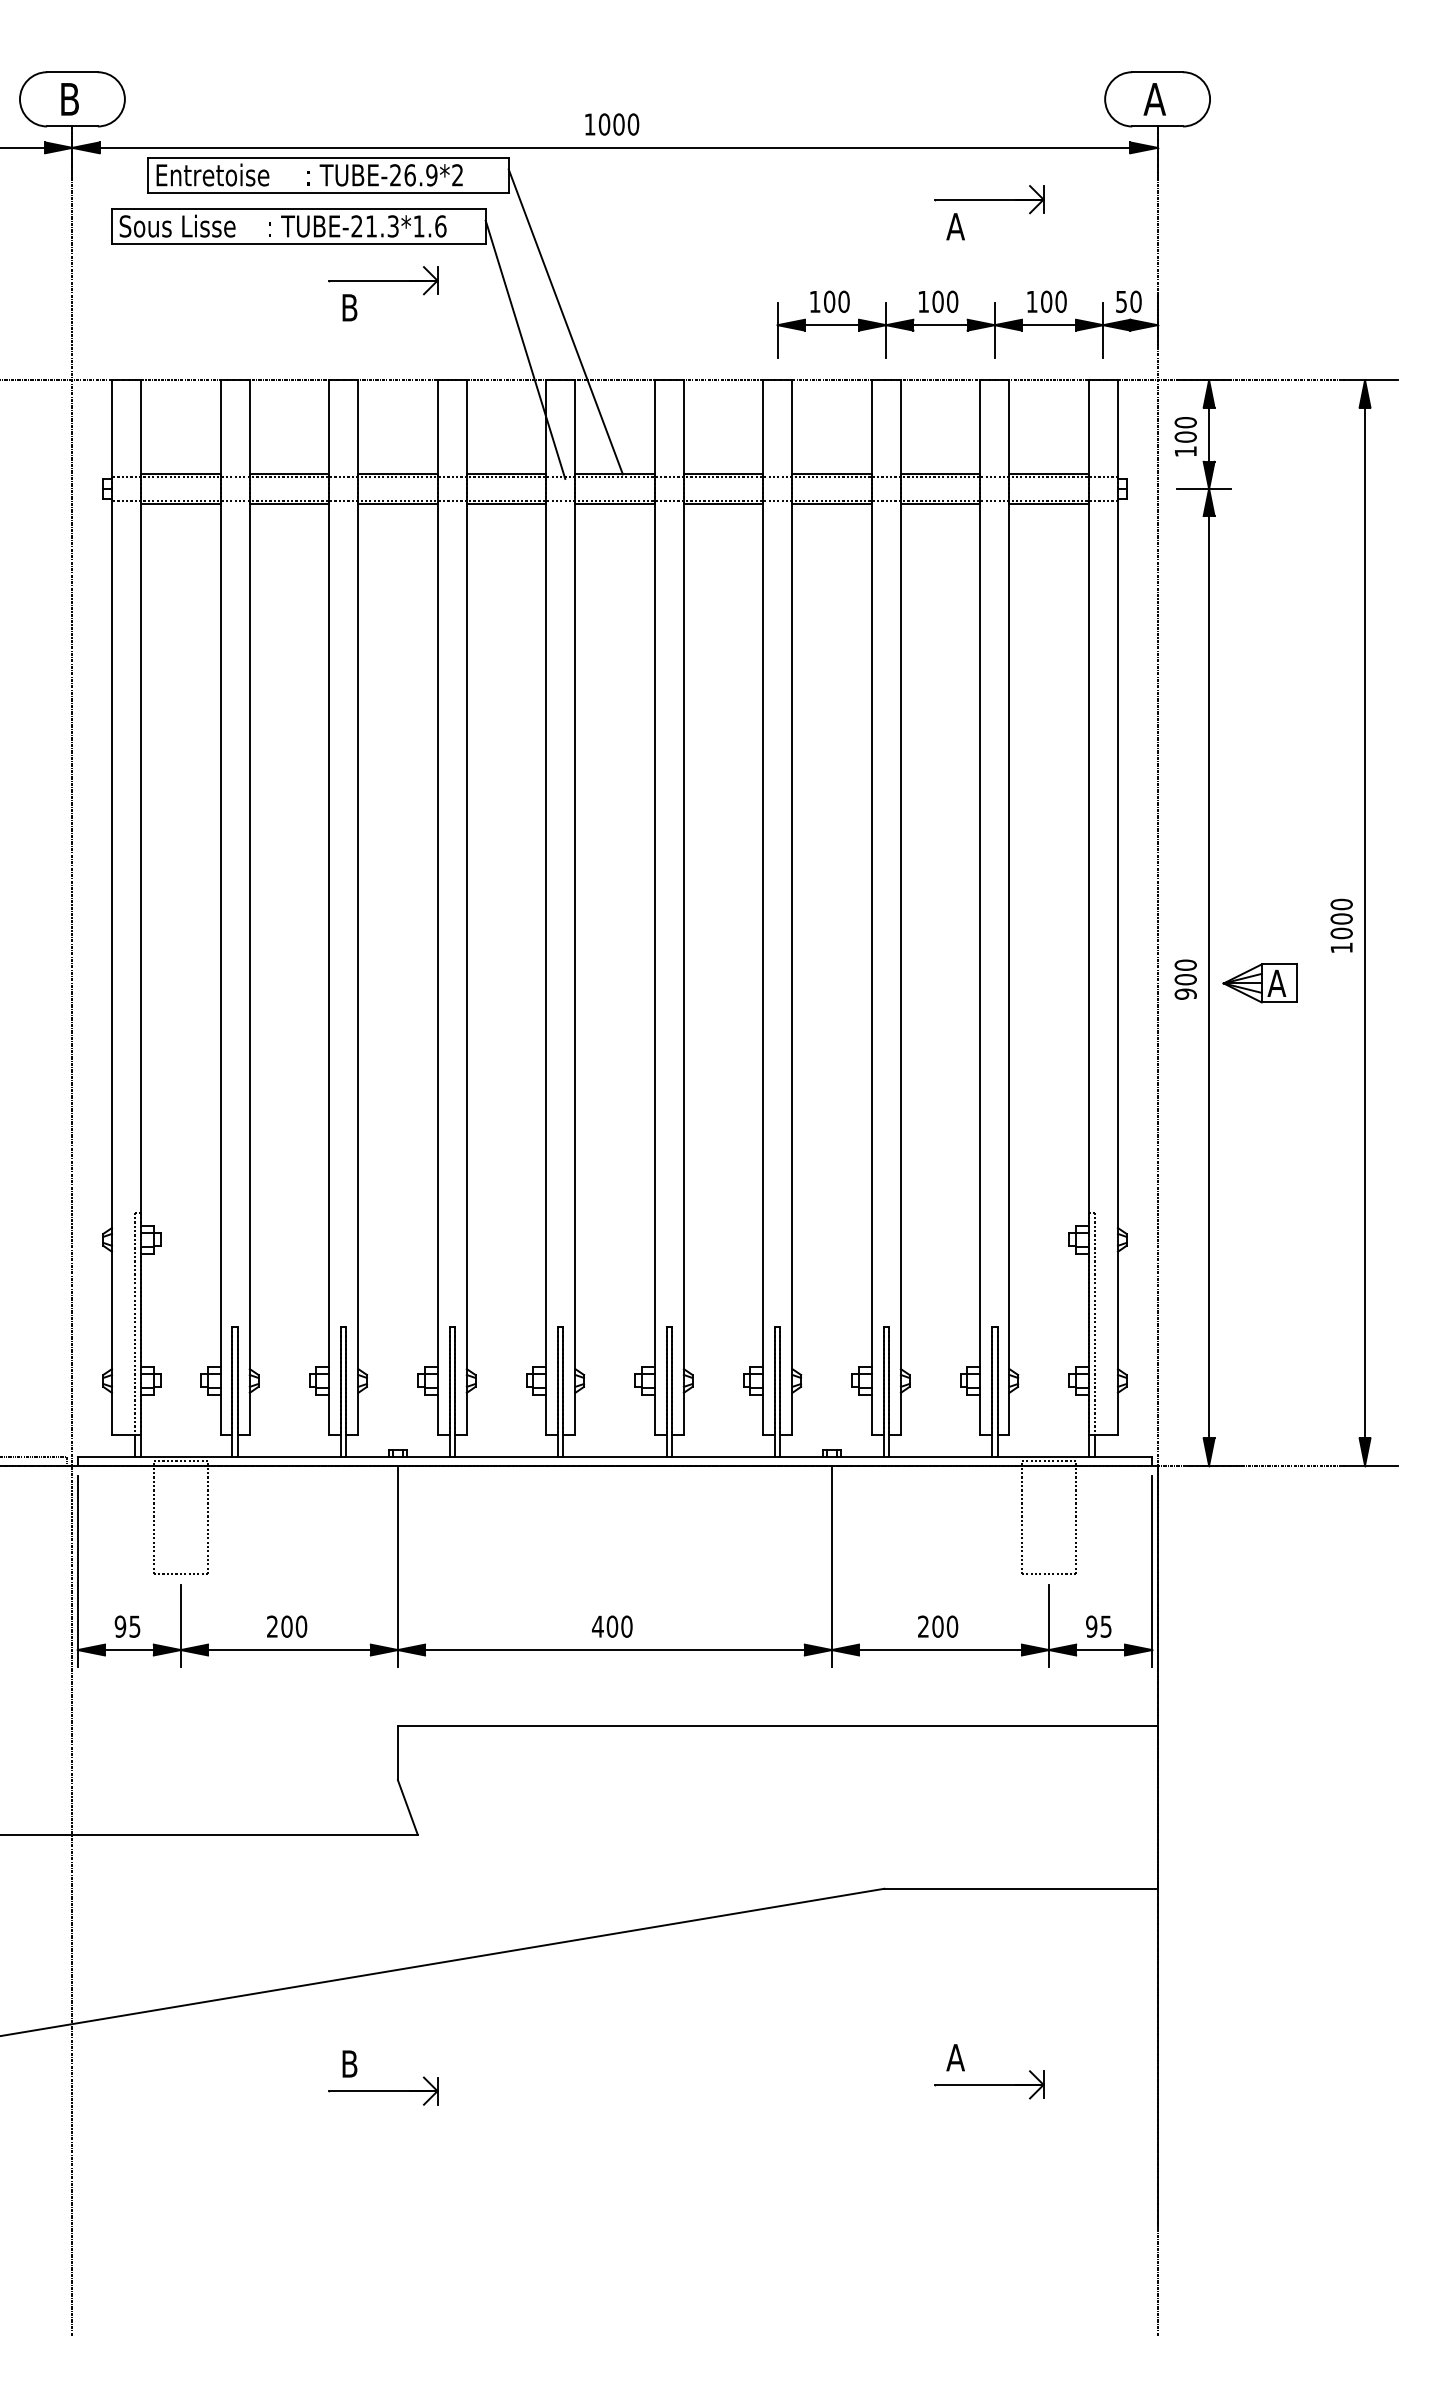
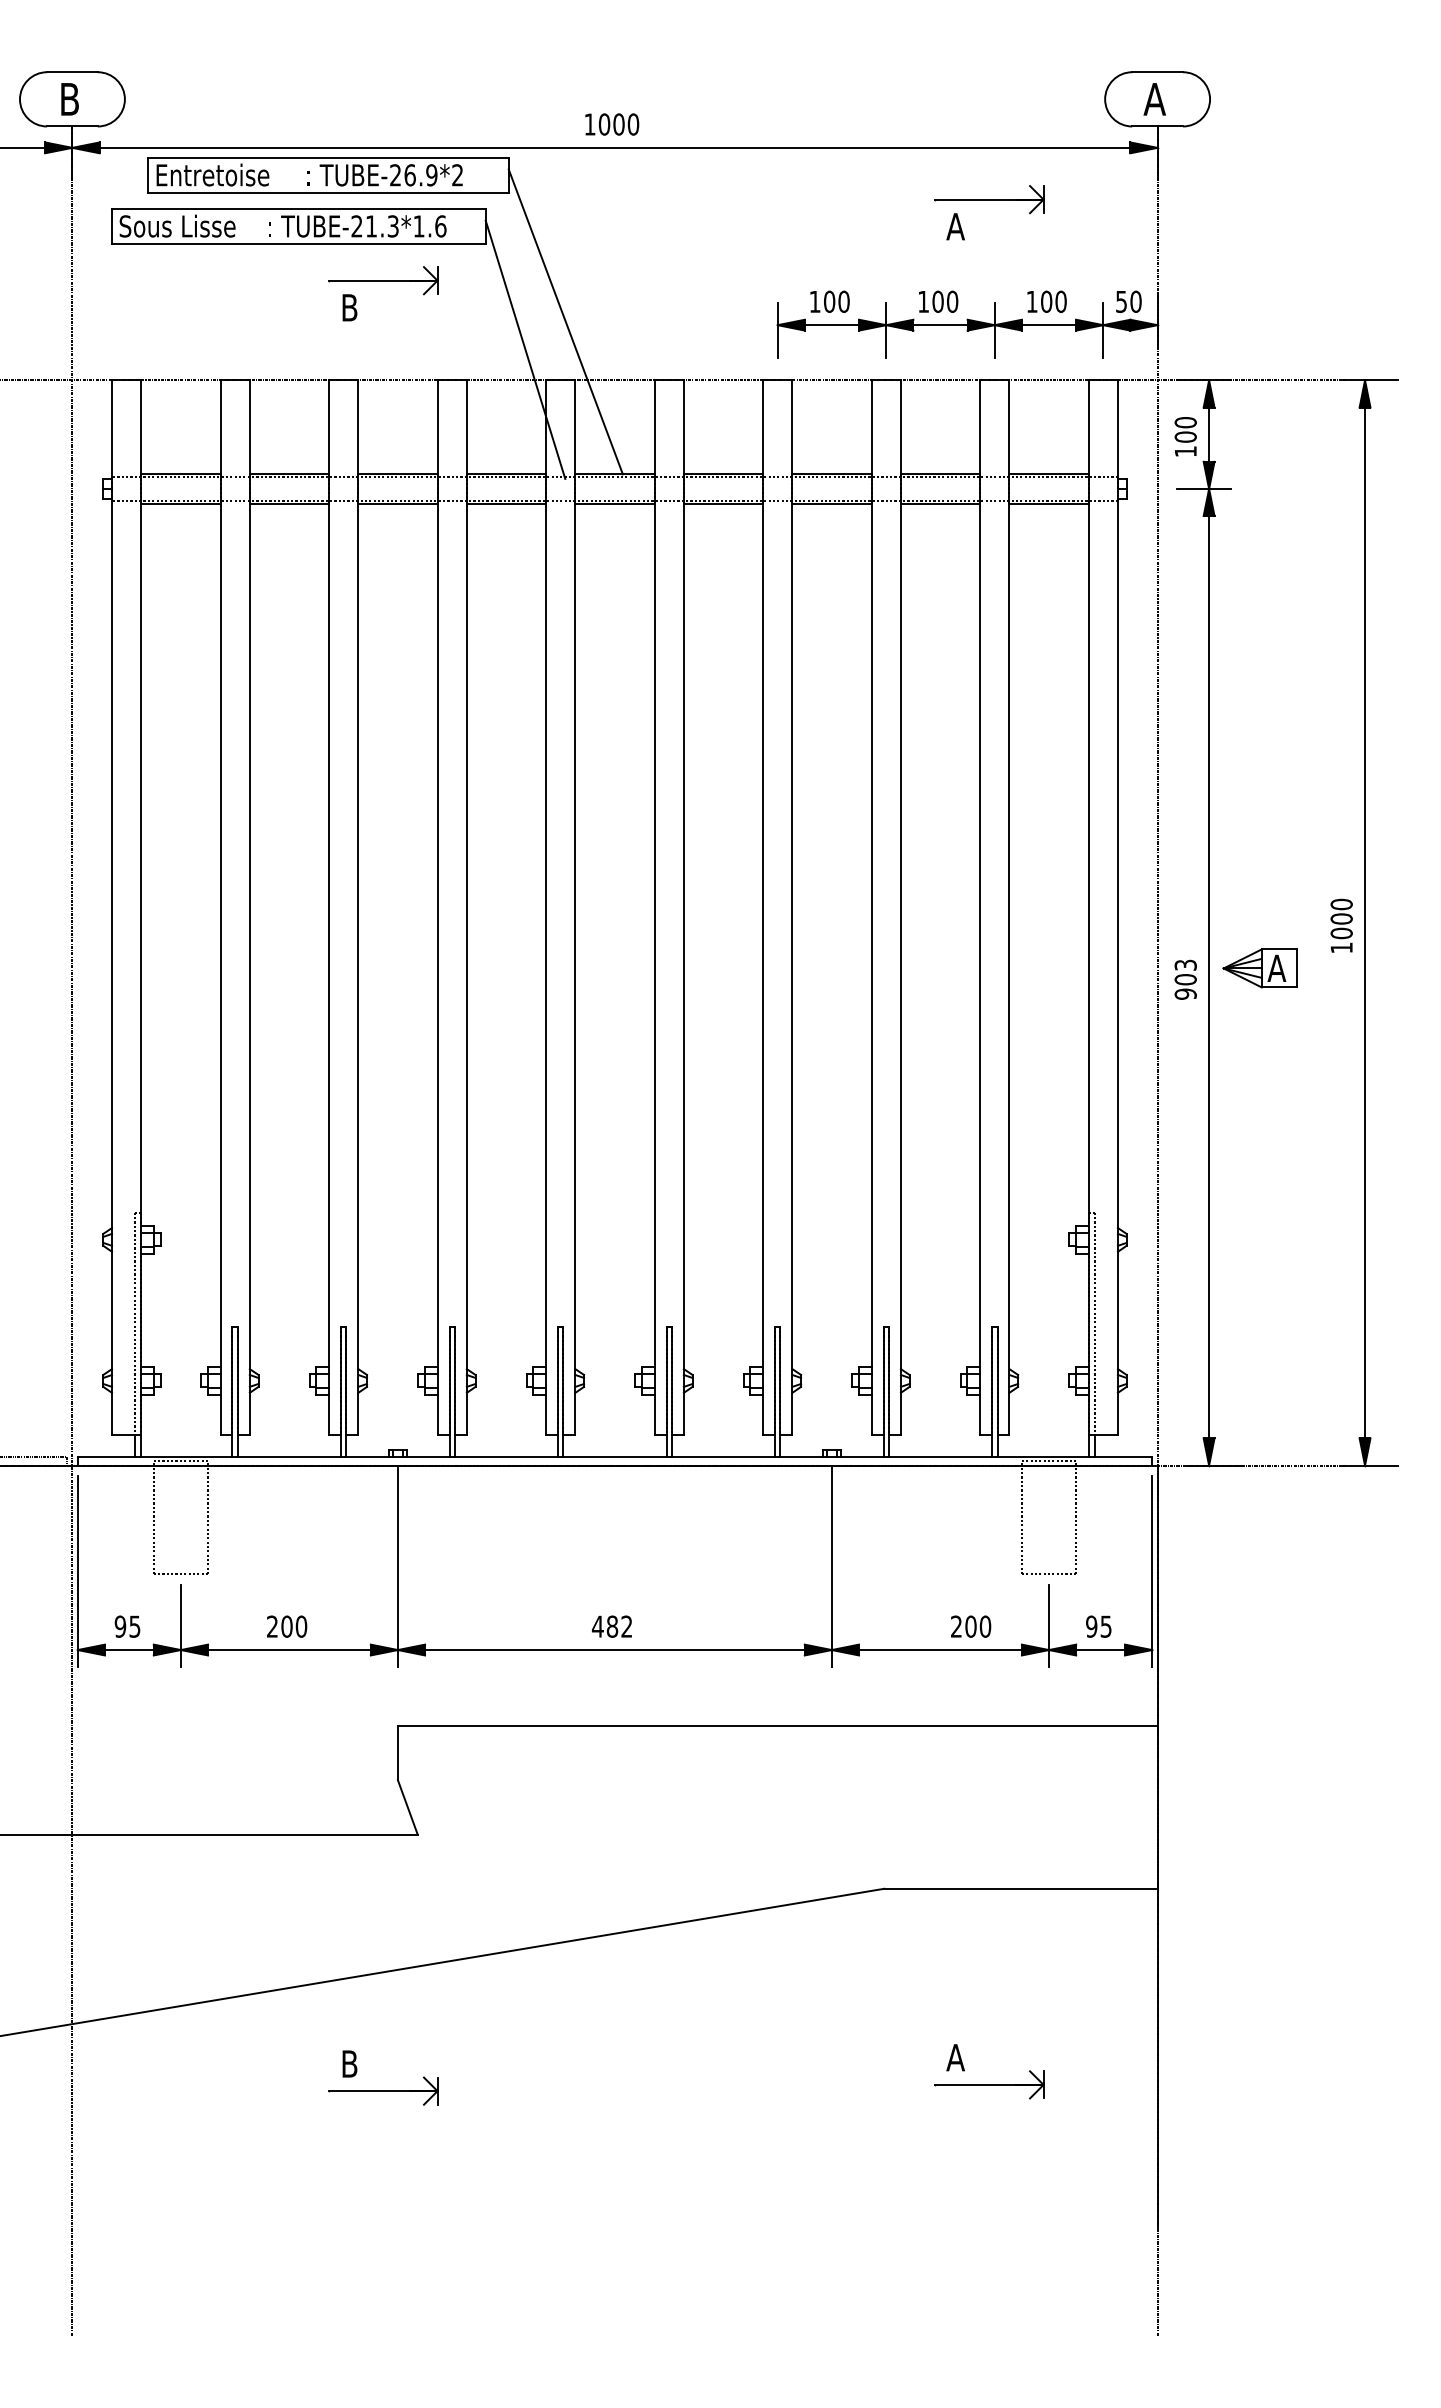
text at (1185, 964): 900 -> 903
part at (1259, 983) position: (1259, 983) -> (1259, 968)
text at (619, 1626): 400 -> 482
text at (938, 1626) position: (938, 1626) -> (971, 1626)
